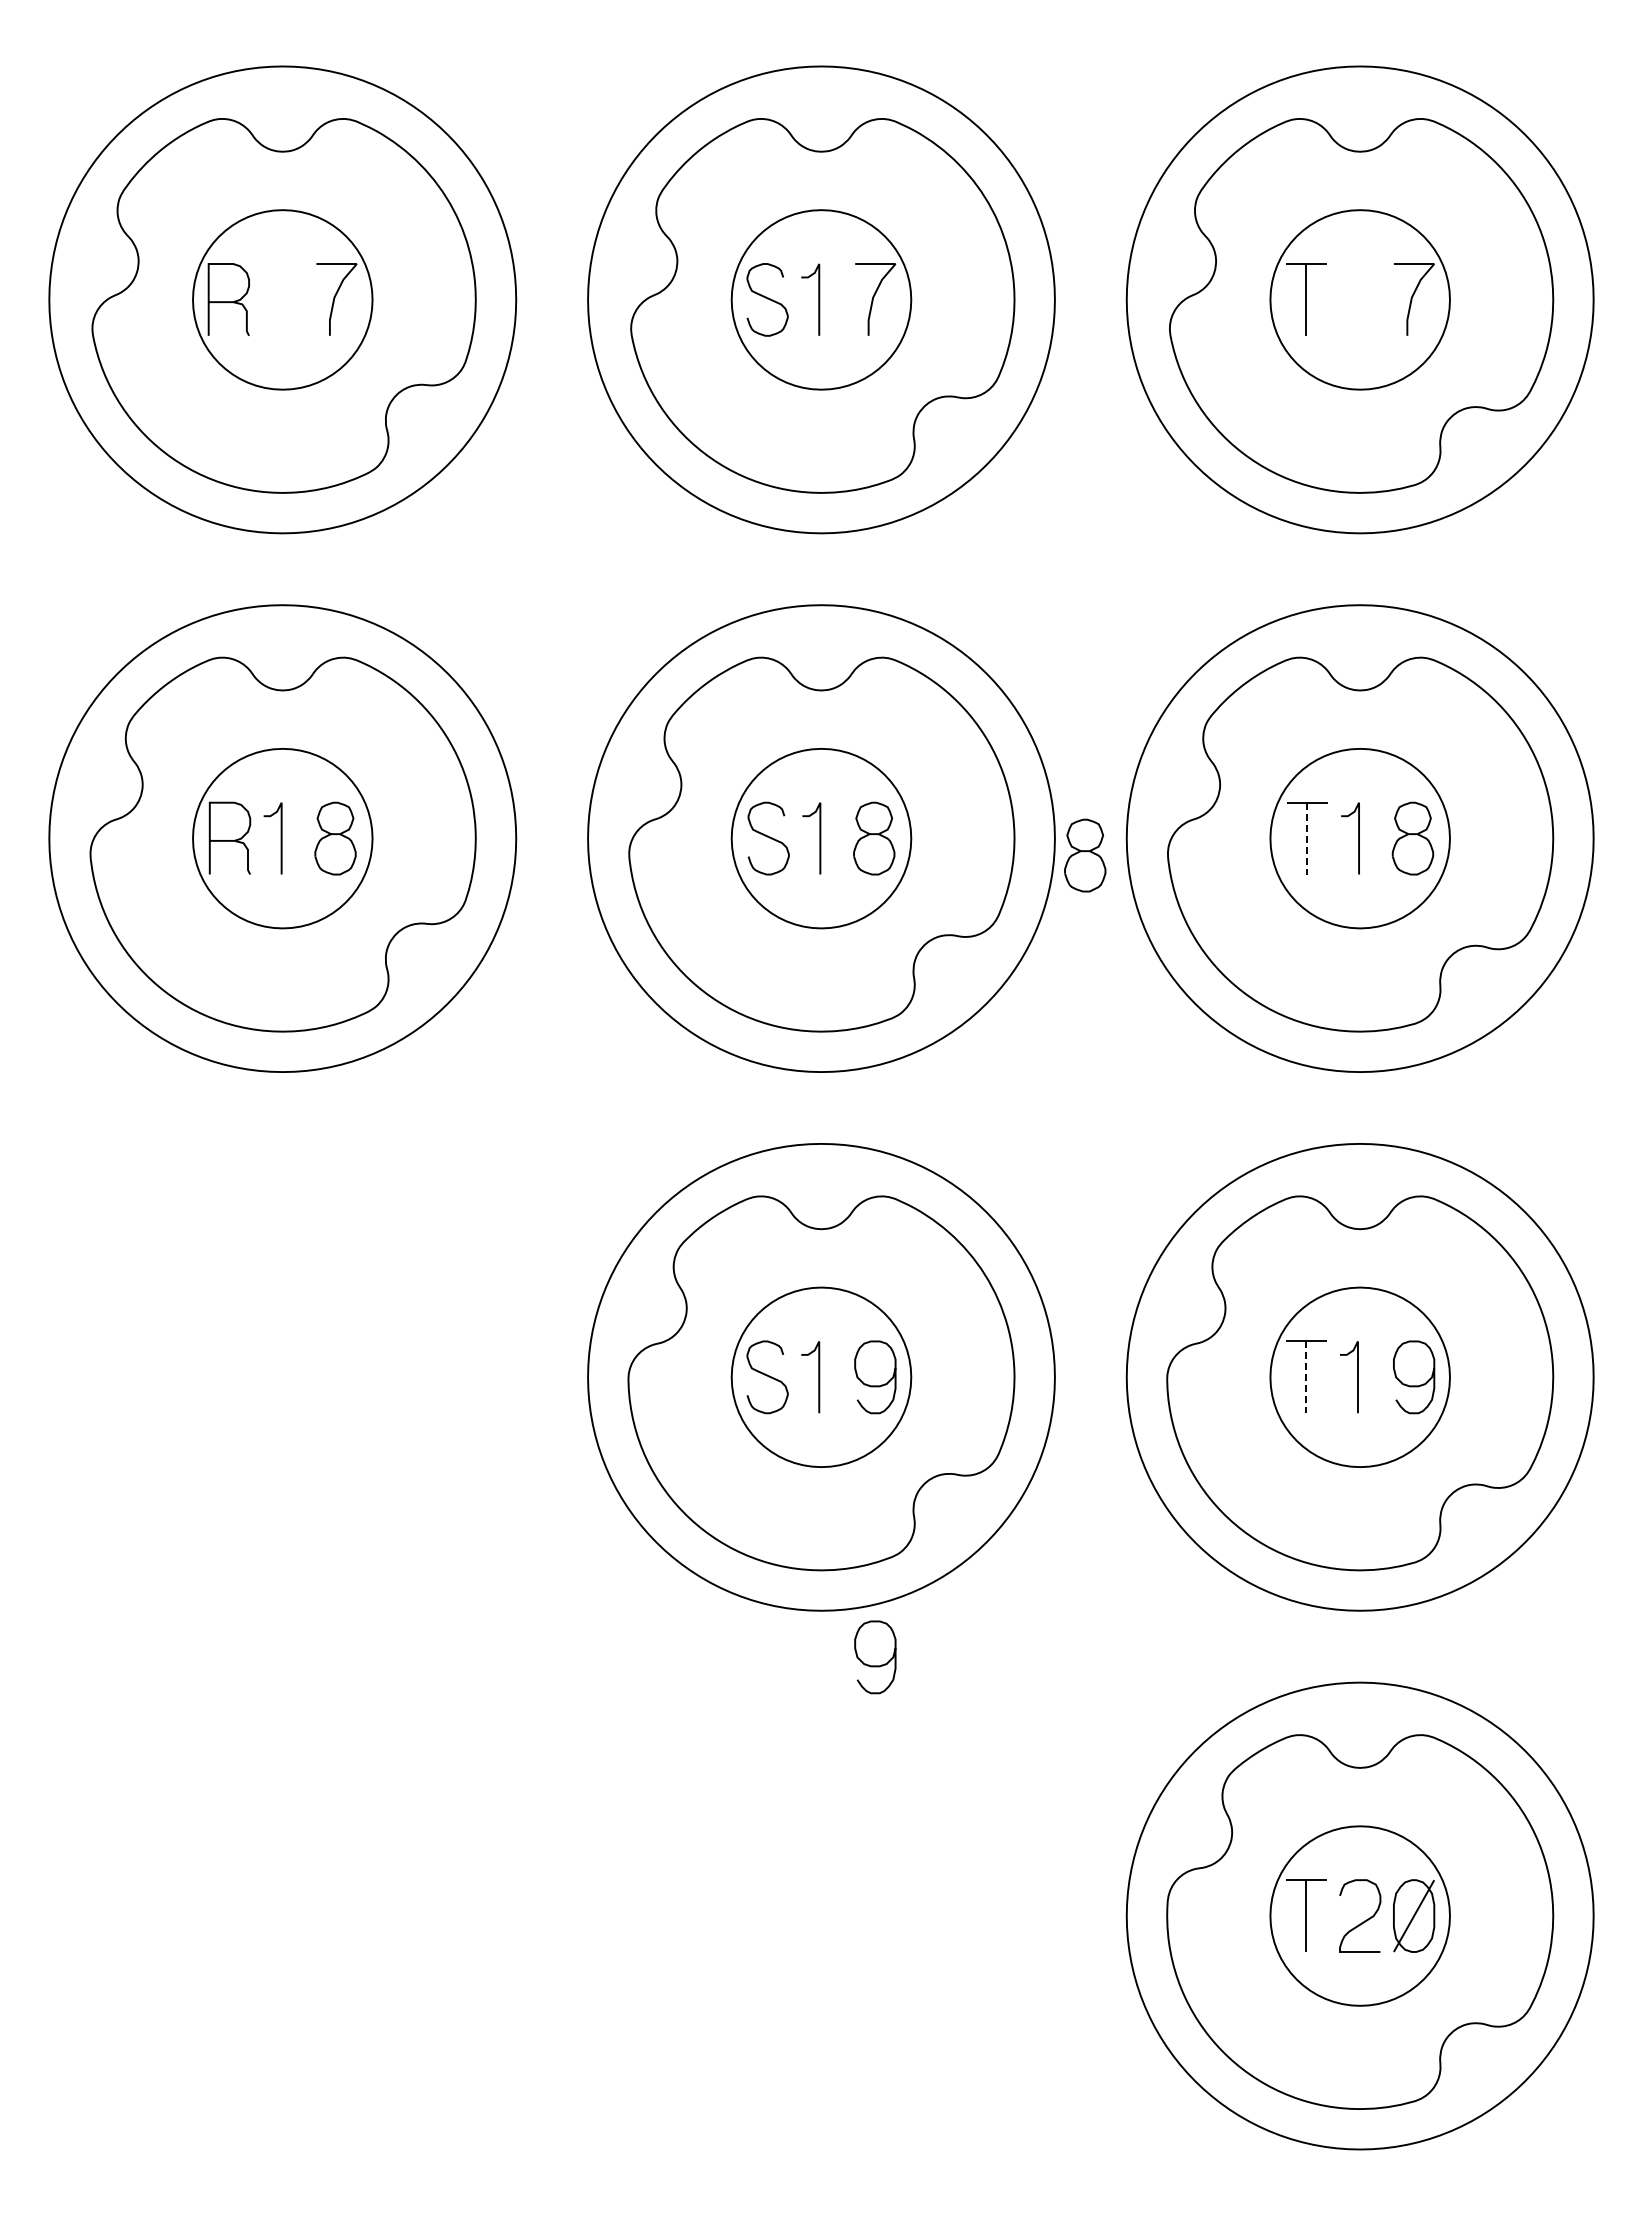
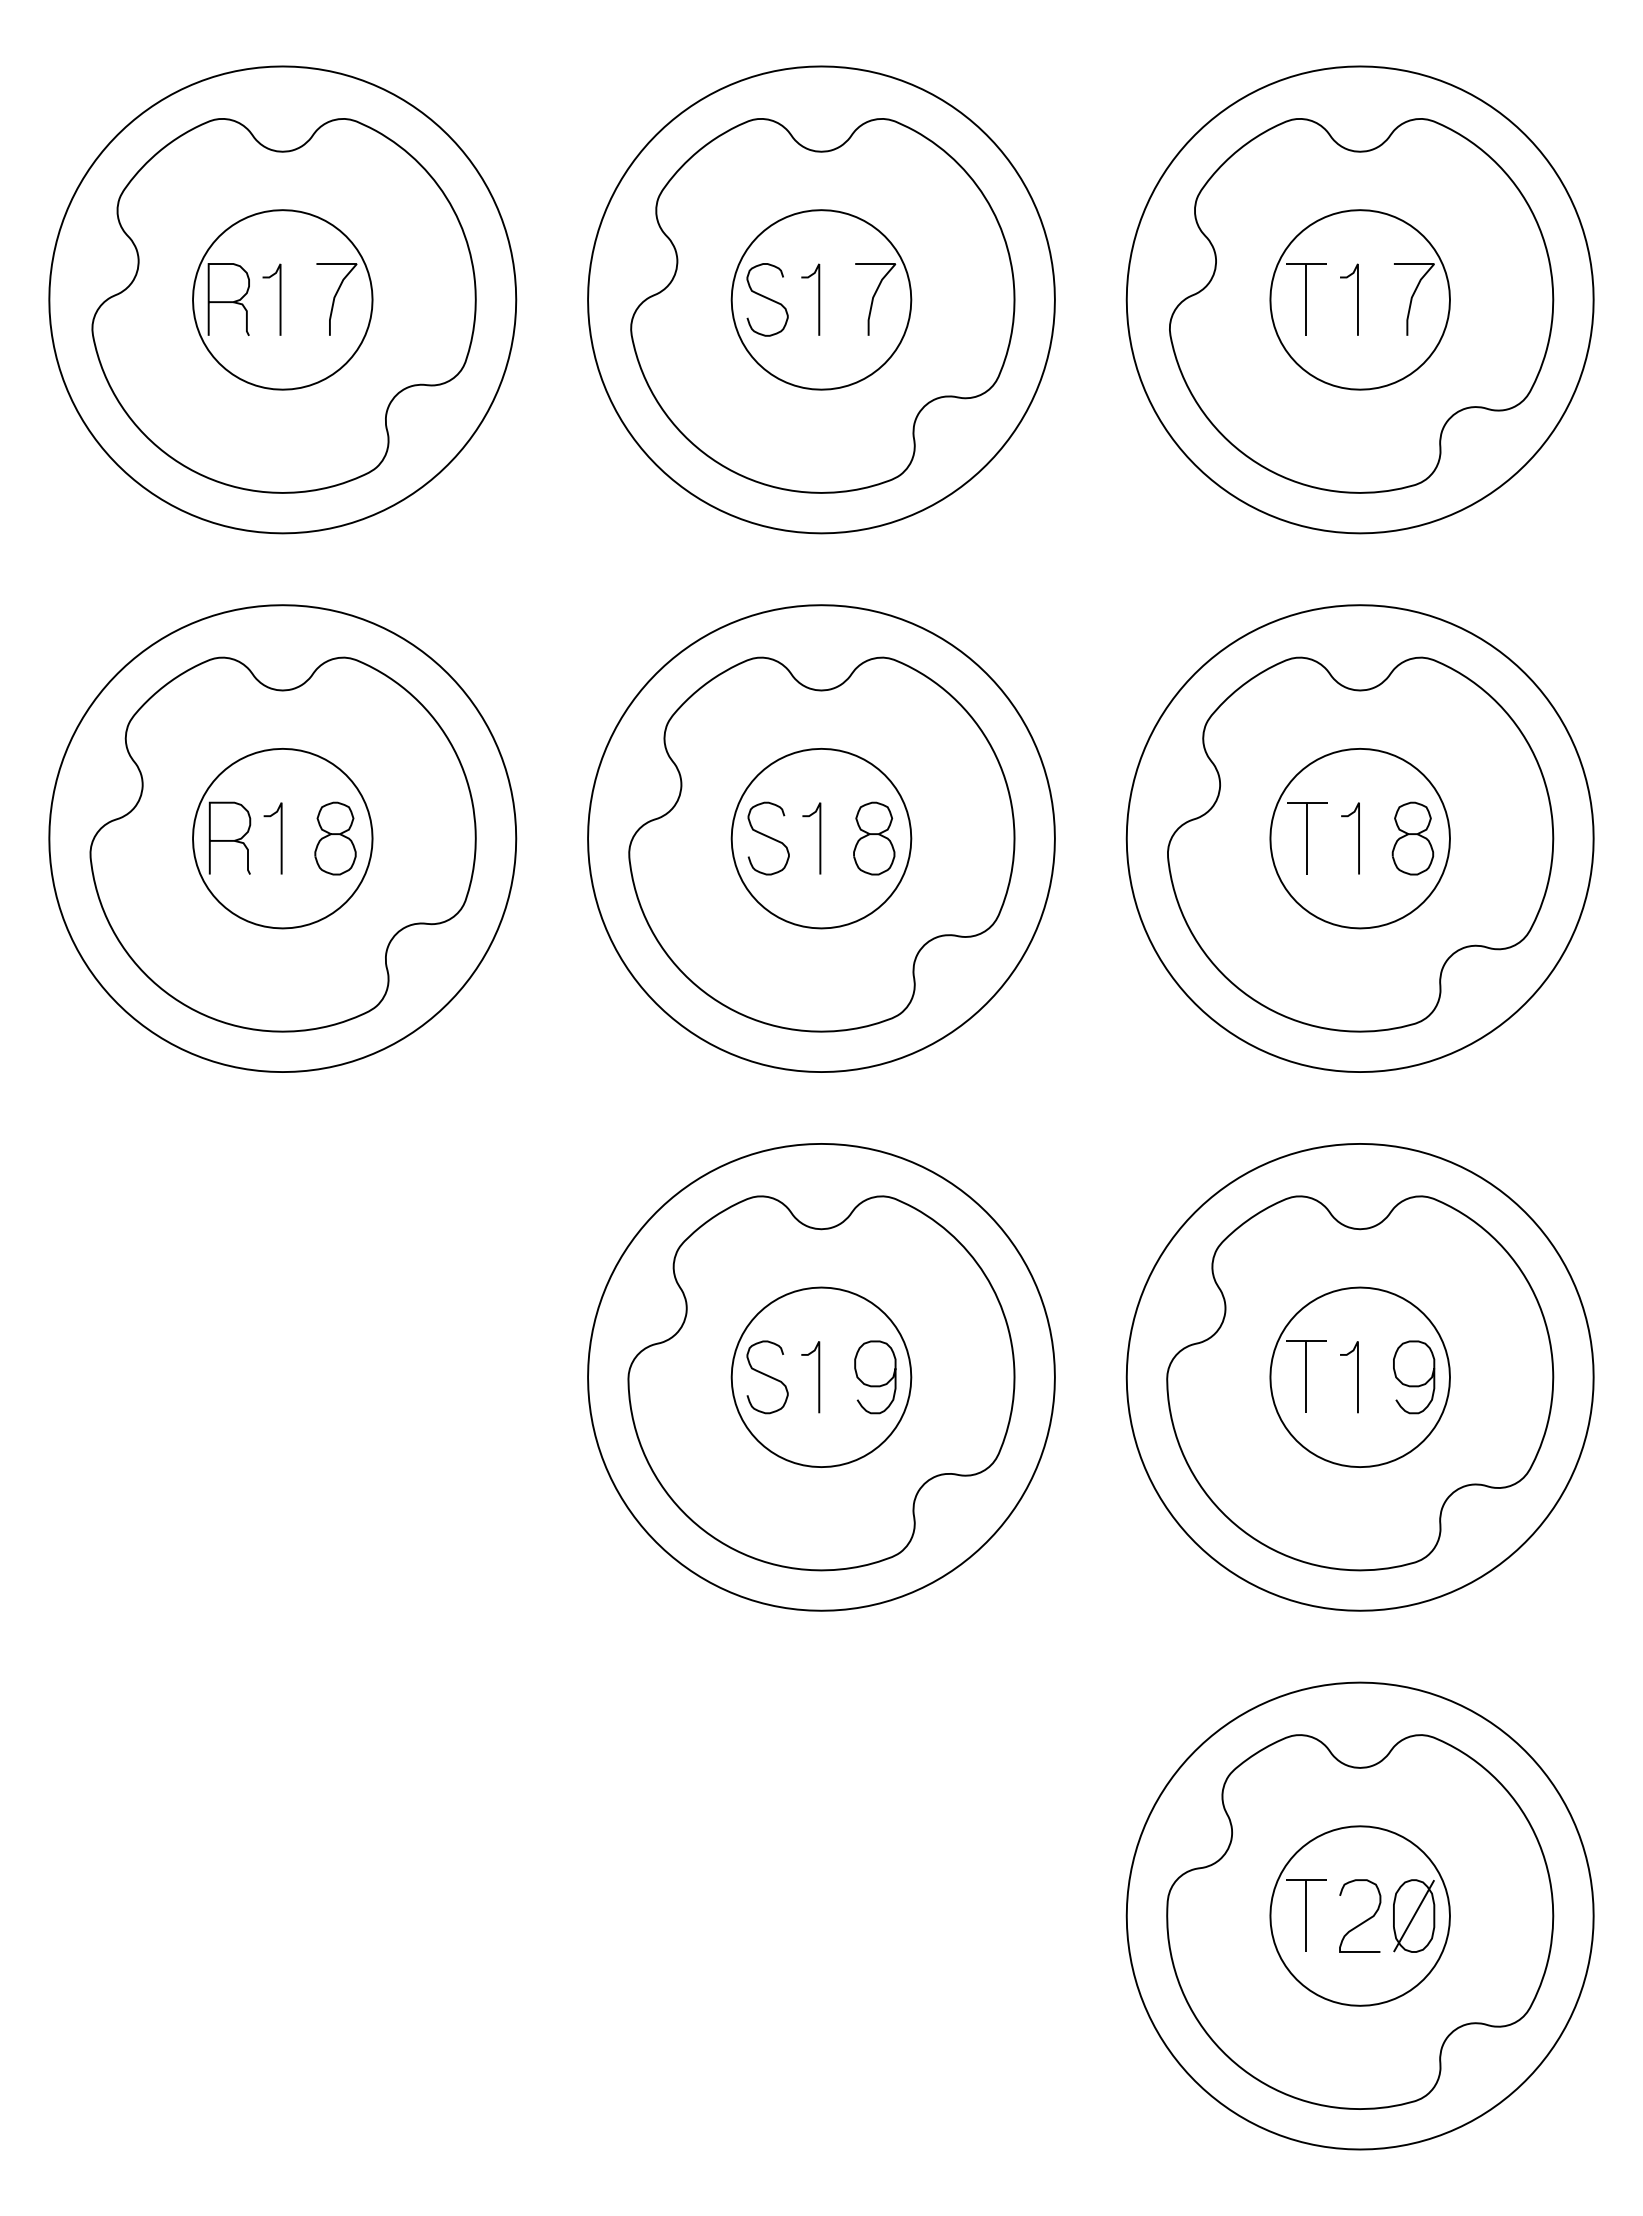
curve at (279, 299): none -> present
curve at (1357, 299): none -> present
line at (1307, 838): dashed -> solid
part at (1085, 855): present -> none
line at (1306, 1377): dashed -> solid
curve at (875, 1665): present -> none
